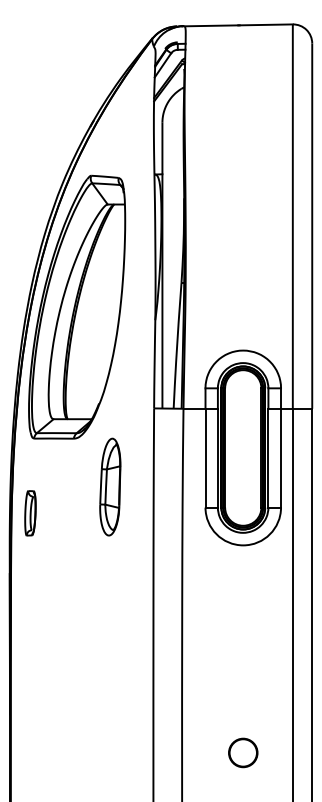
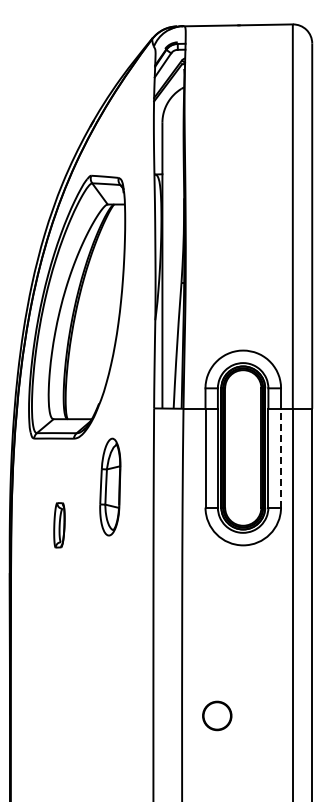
line at (281, 457): solid -> dashed
part at (30, 513) position: (30, 513) -> (59, 525)
part at (243, 752) position: (243, 752) -> (217, 715)
